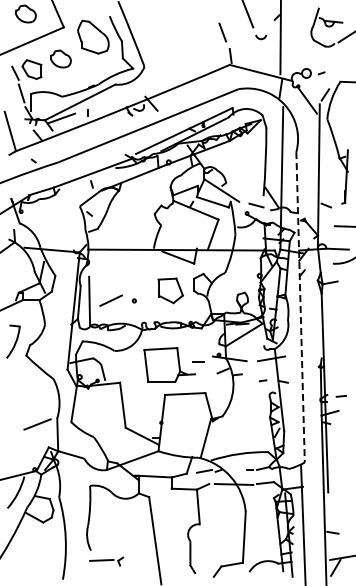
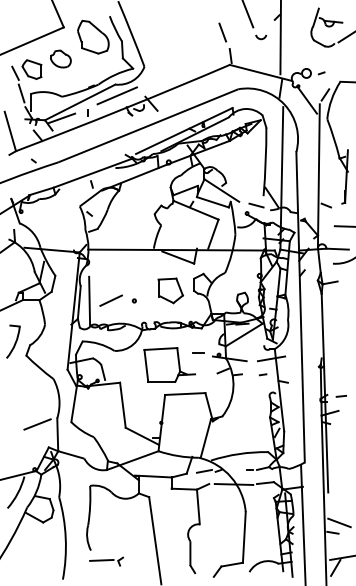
part at (25, 13): present -> none
line at (116, 95): none -> present
line at (300, 307): dashed -> solid
line at (198, 361) position: (198, 361) -> (198, 352)
line at (262, 380) position: (262, 380) -> (262, 374)
line at (339, 522): none -> present
